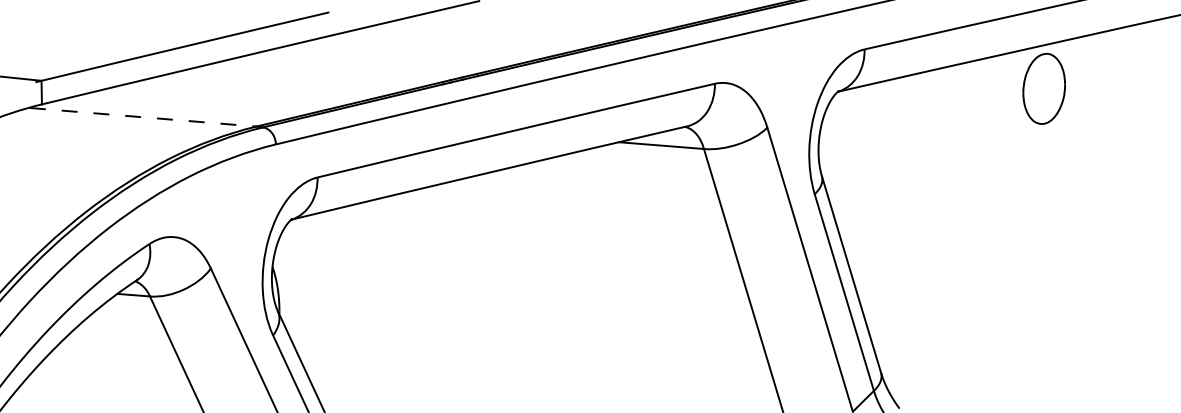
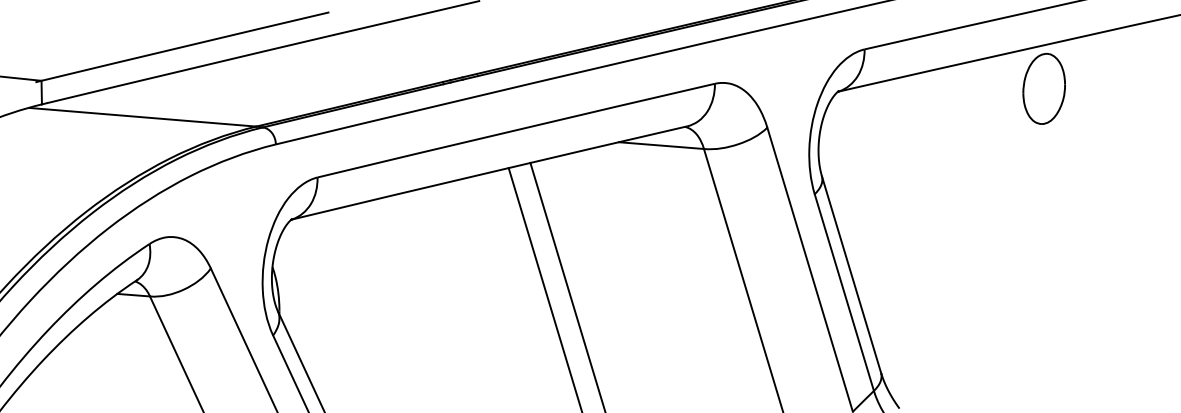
line at (143, 117): dashed -> solid
line at (567, 285): none -> present
line at (544, 288): none -> present
